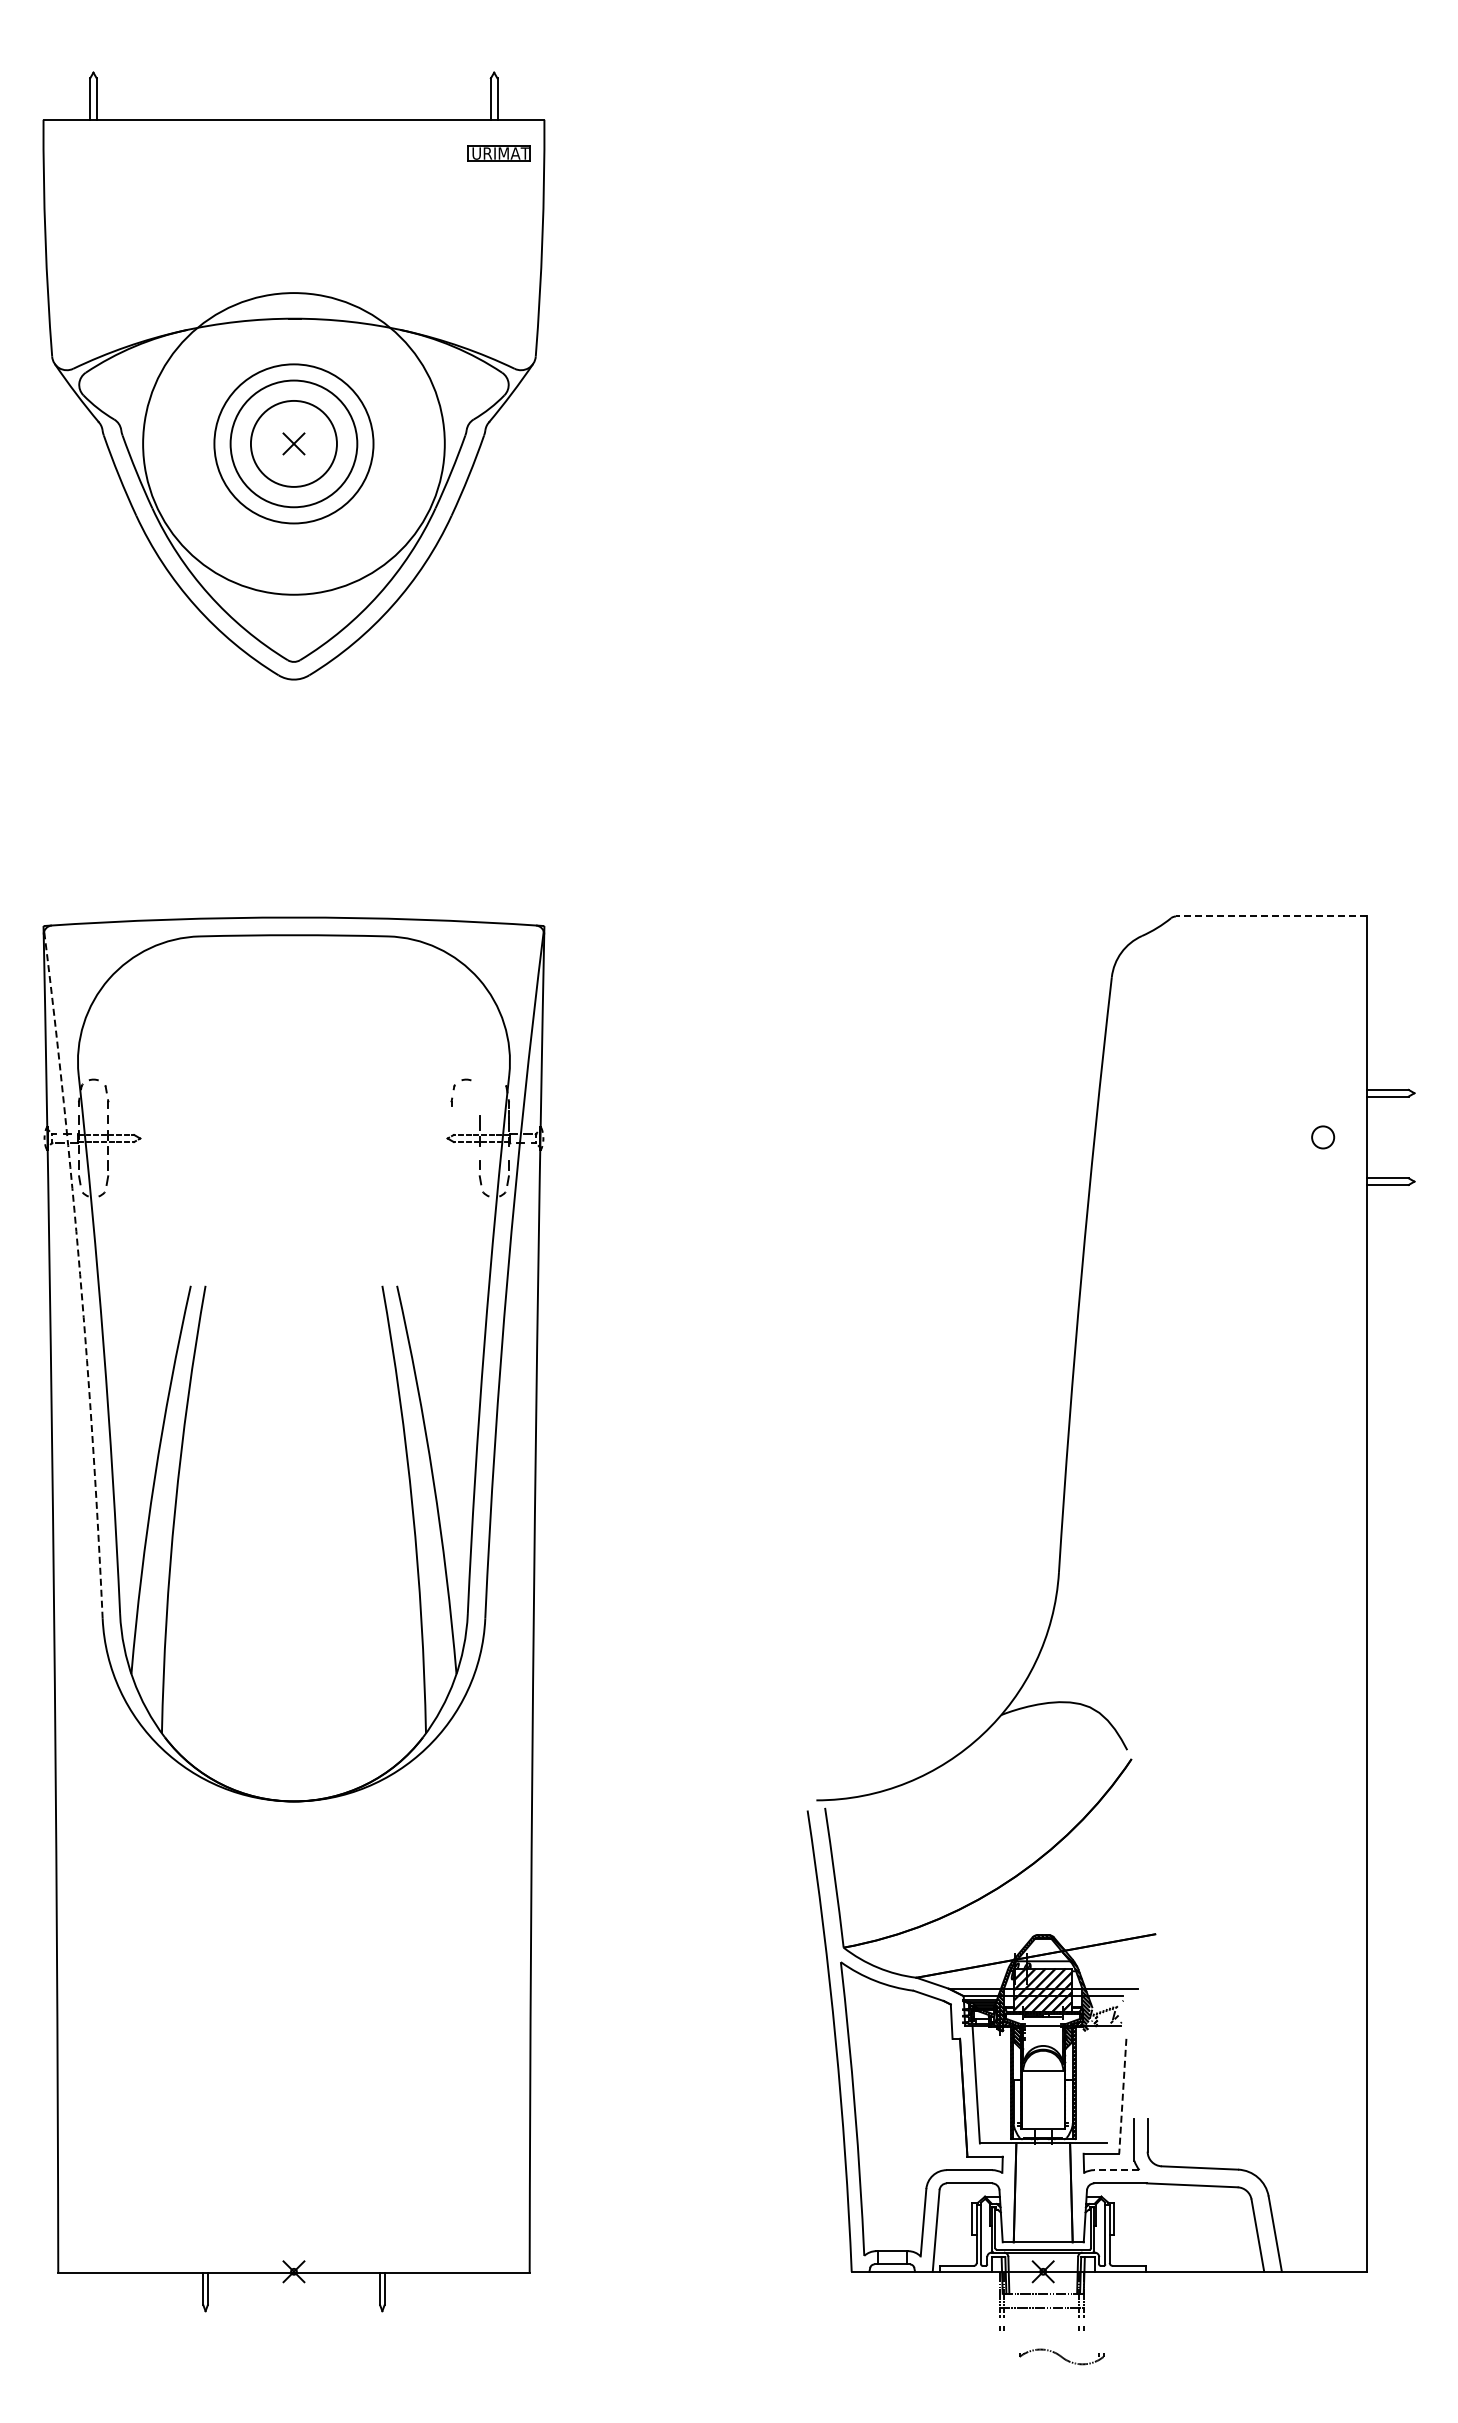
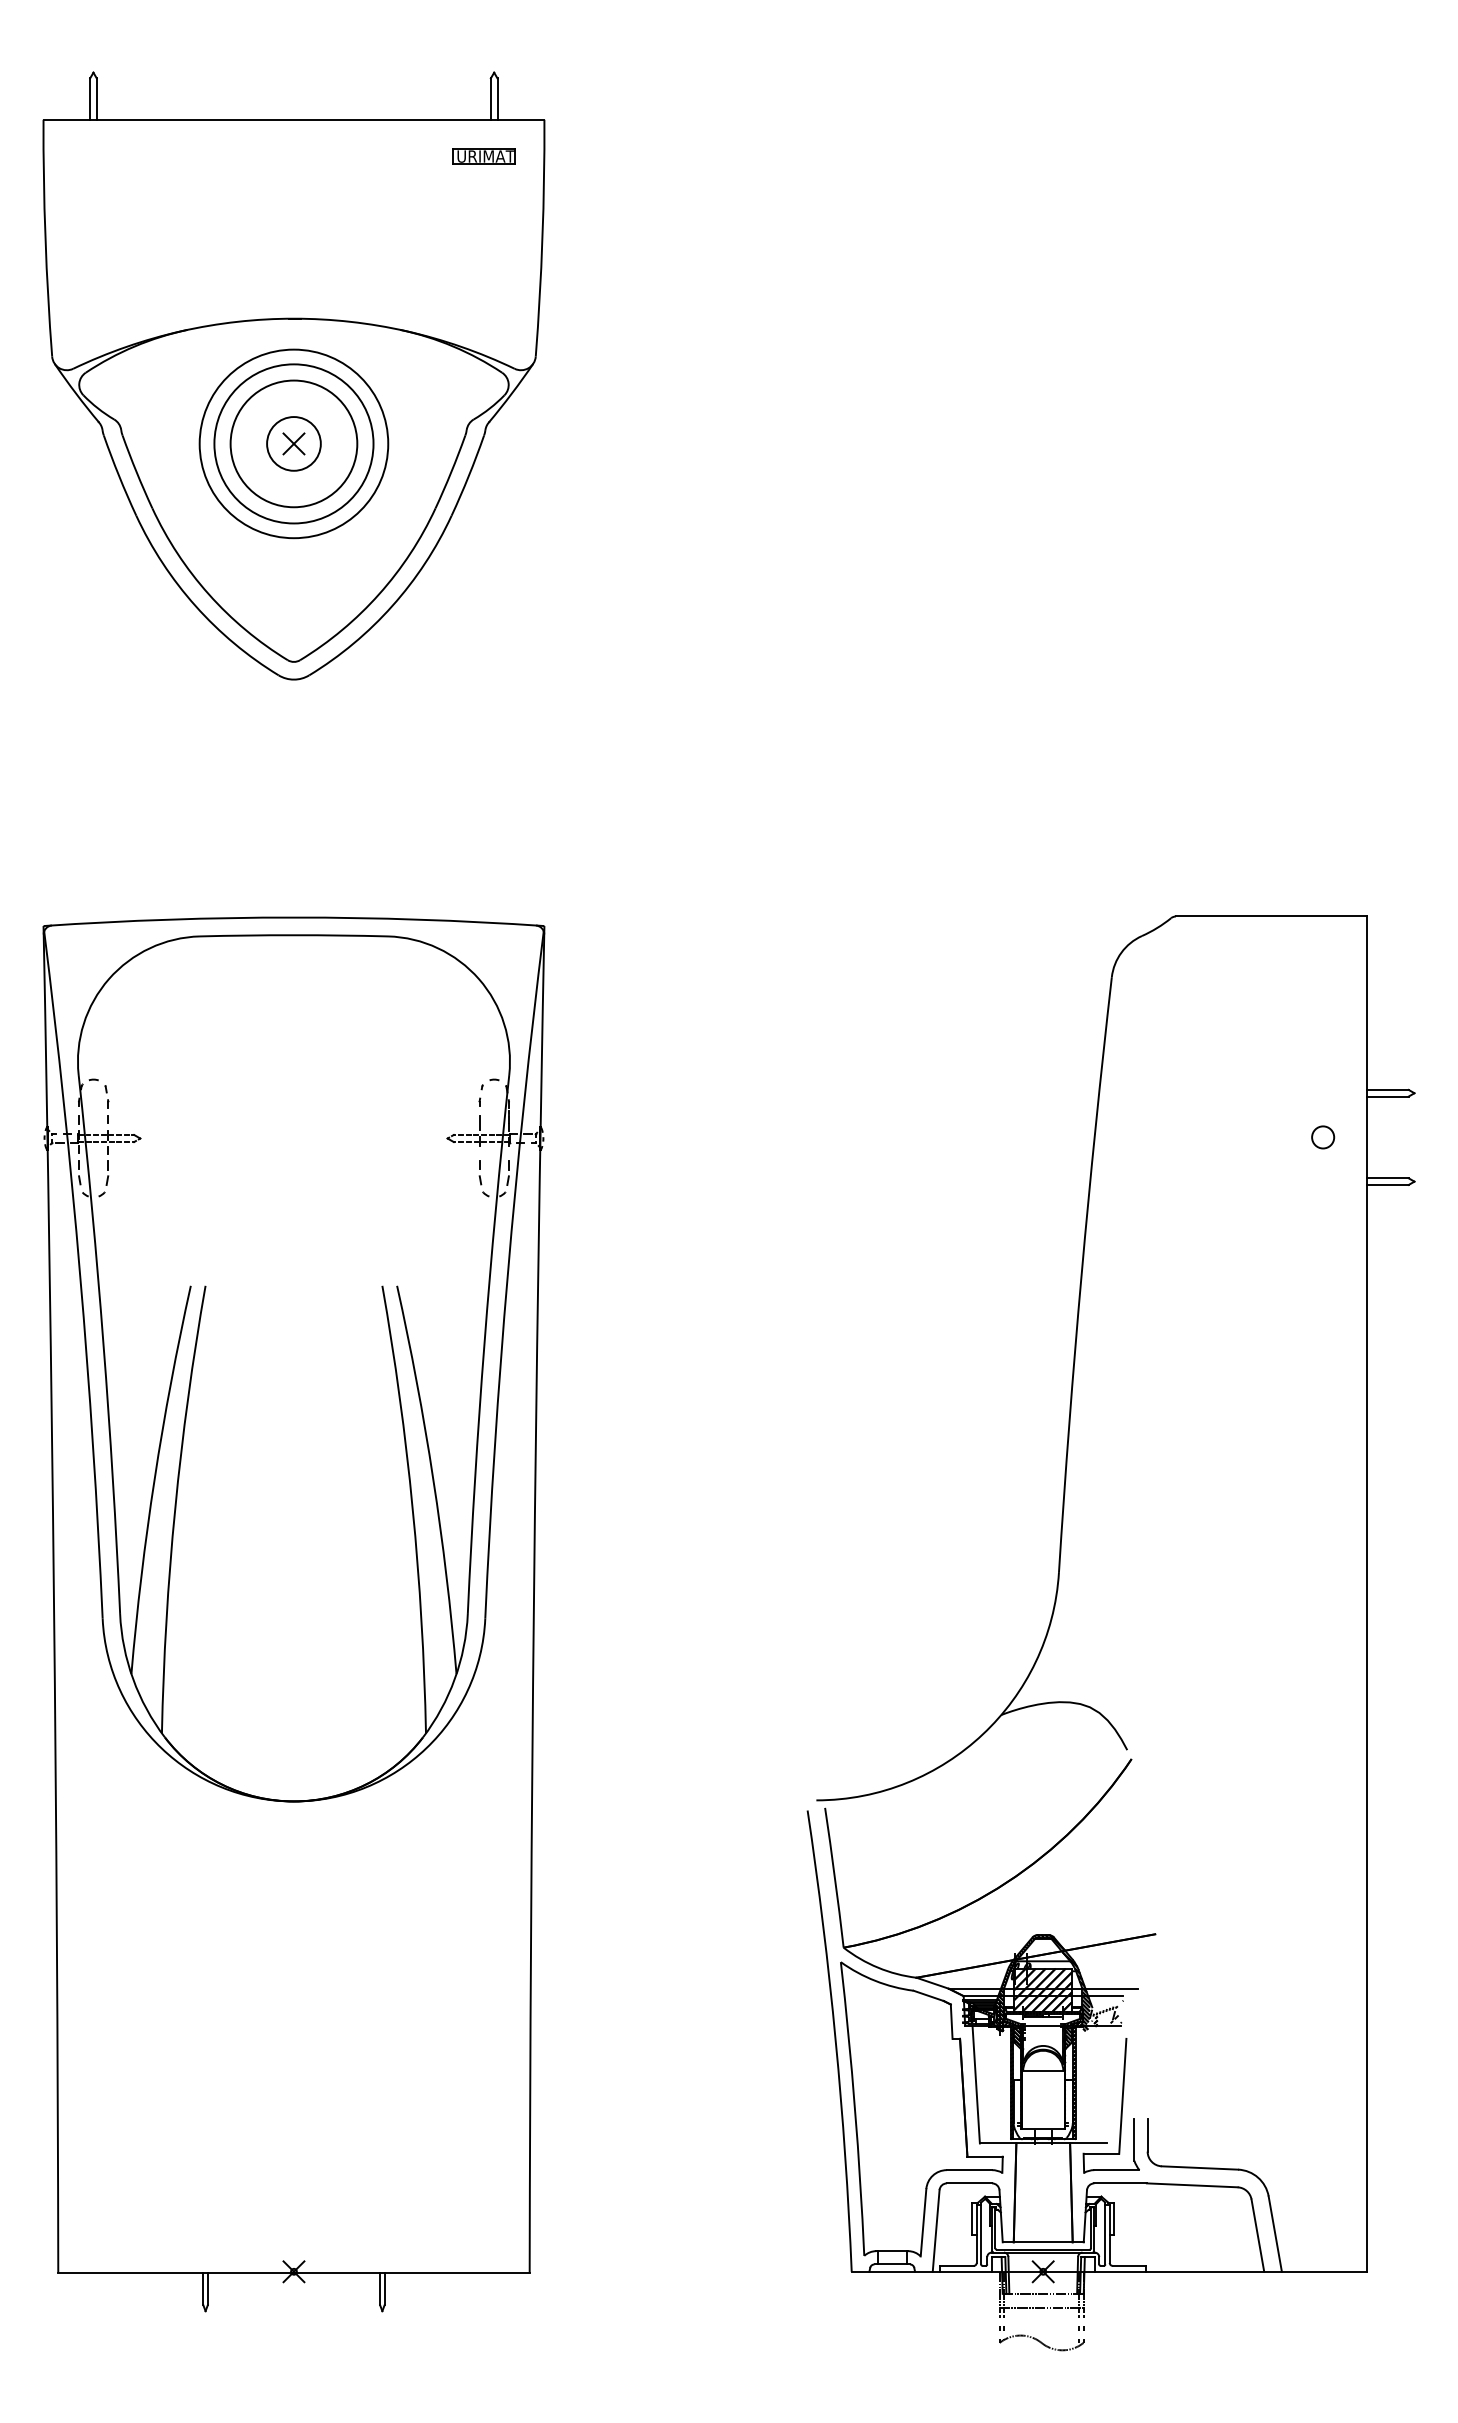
part at (498, 153) position: (498, 153) -> (483, 156)
circle at (293, 443) diameter: 302 px -> 189 px
circle at (293, 443) diameter: 86 px -> 54 px
line at (1271, 916): dashed -> solid
part at (454, 1090) position: (454, 1090) -> (482, 1090)
arc at (80, 1274): dashed -> solid
line at (1122, 2096): dashed -> solid
line at (1116, 2170): dashed -> solid
part at (1061, 2356) position: (1061, 2356) -> (1041, 2342)
